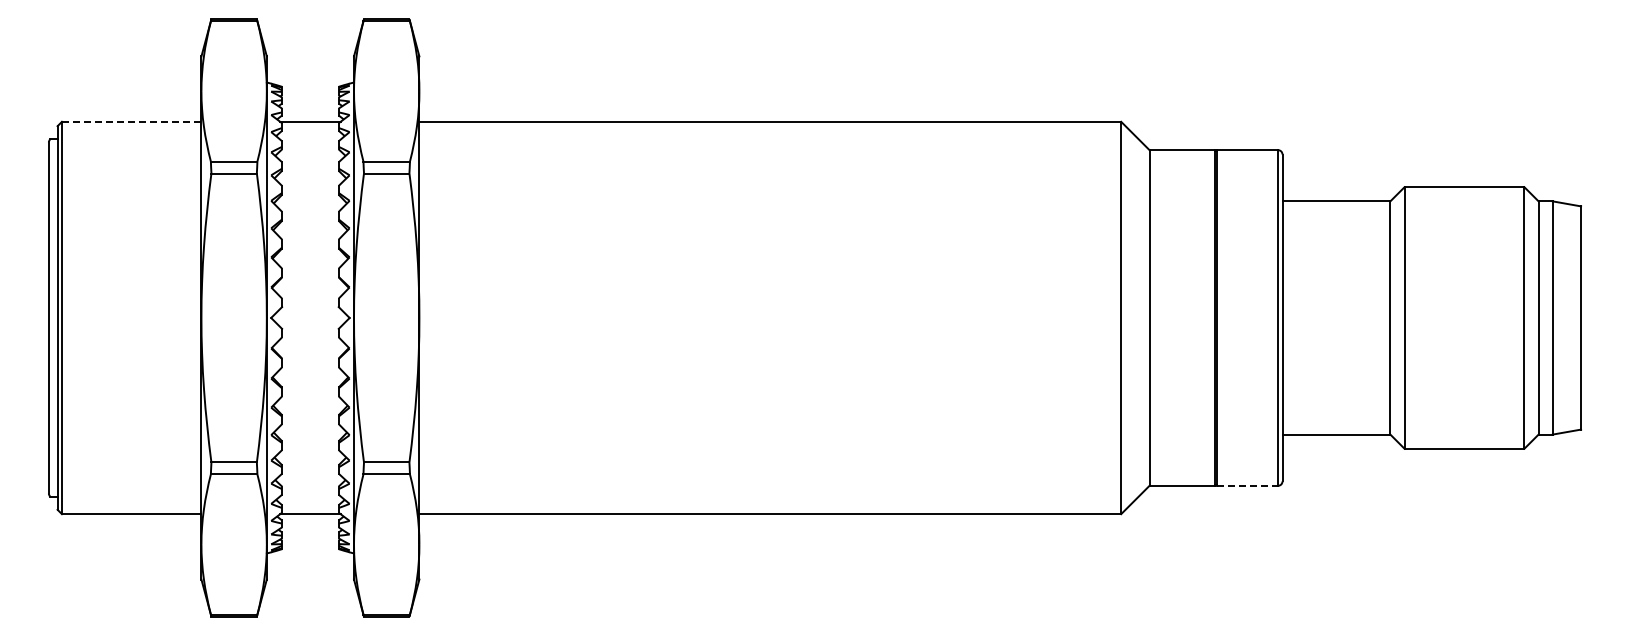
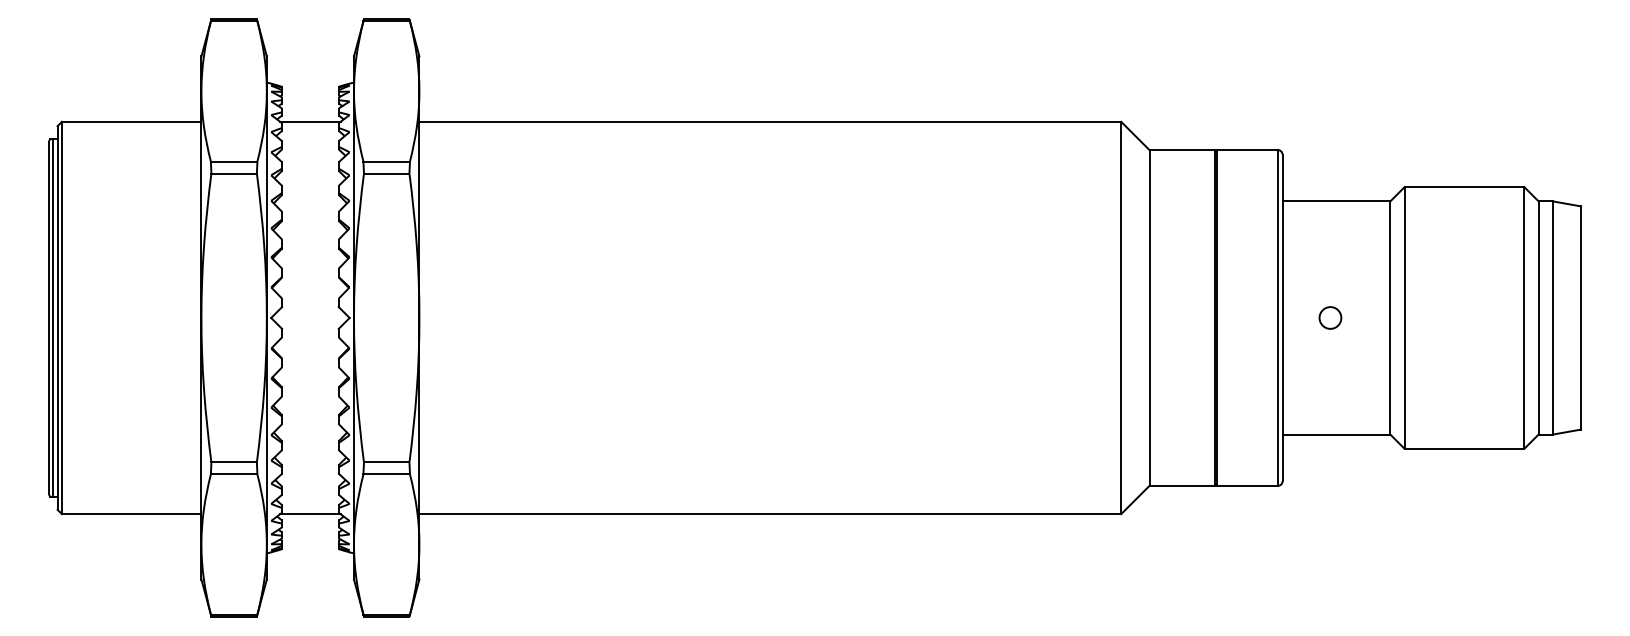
line at (131, 121): dashed -> solid
line at (53, 317): none -> present
circle at (1330, 317): none -> present
line at (1247, 485): dashed -> solid
